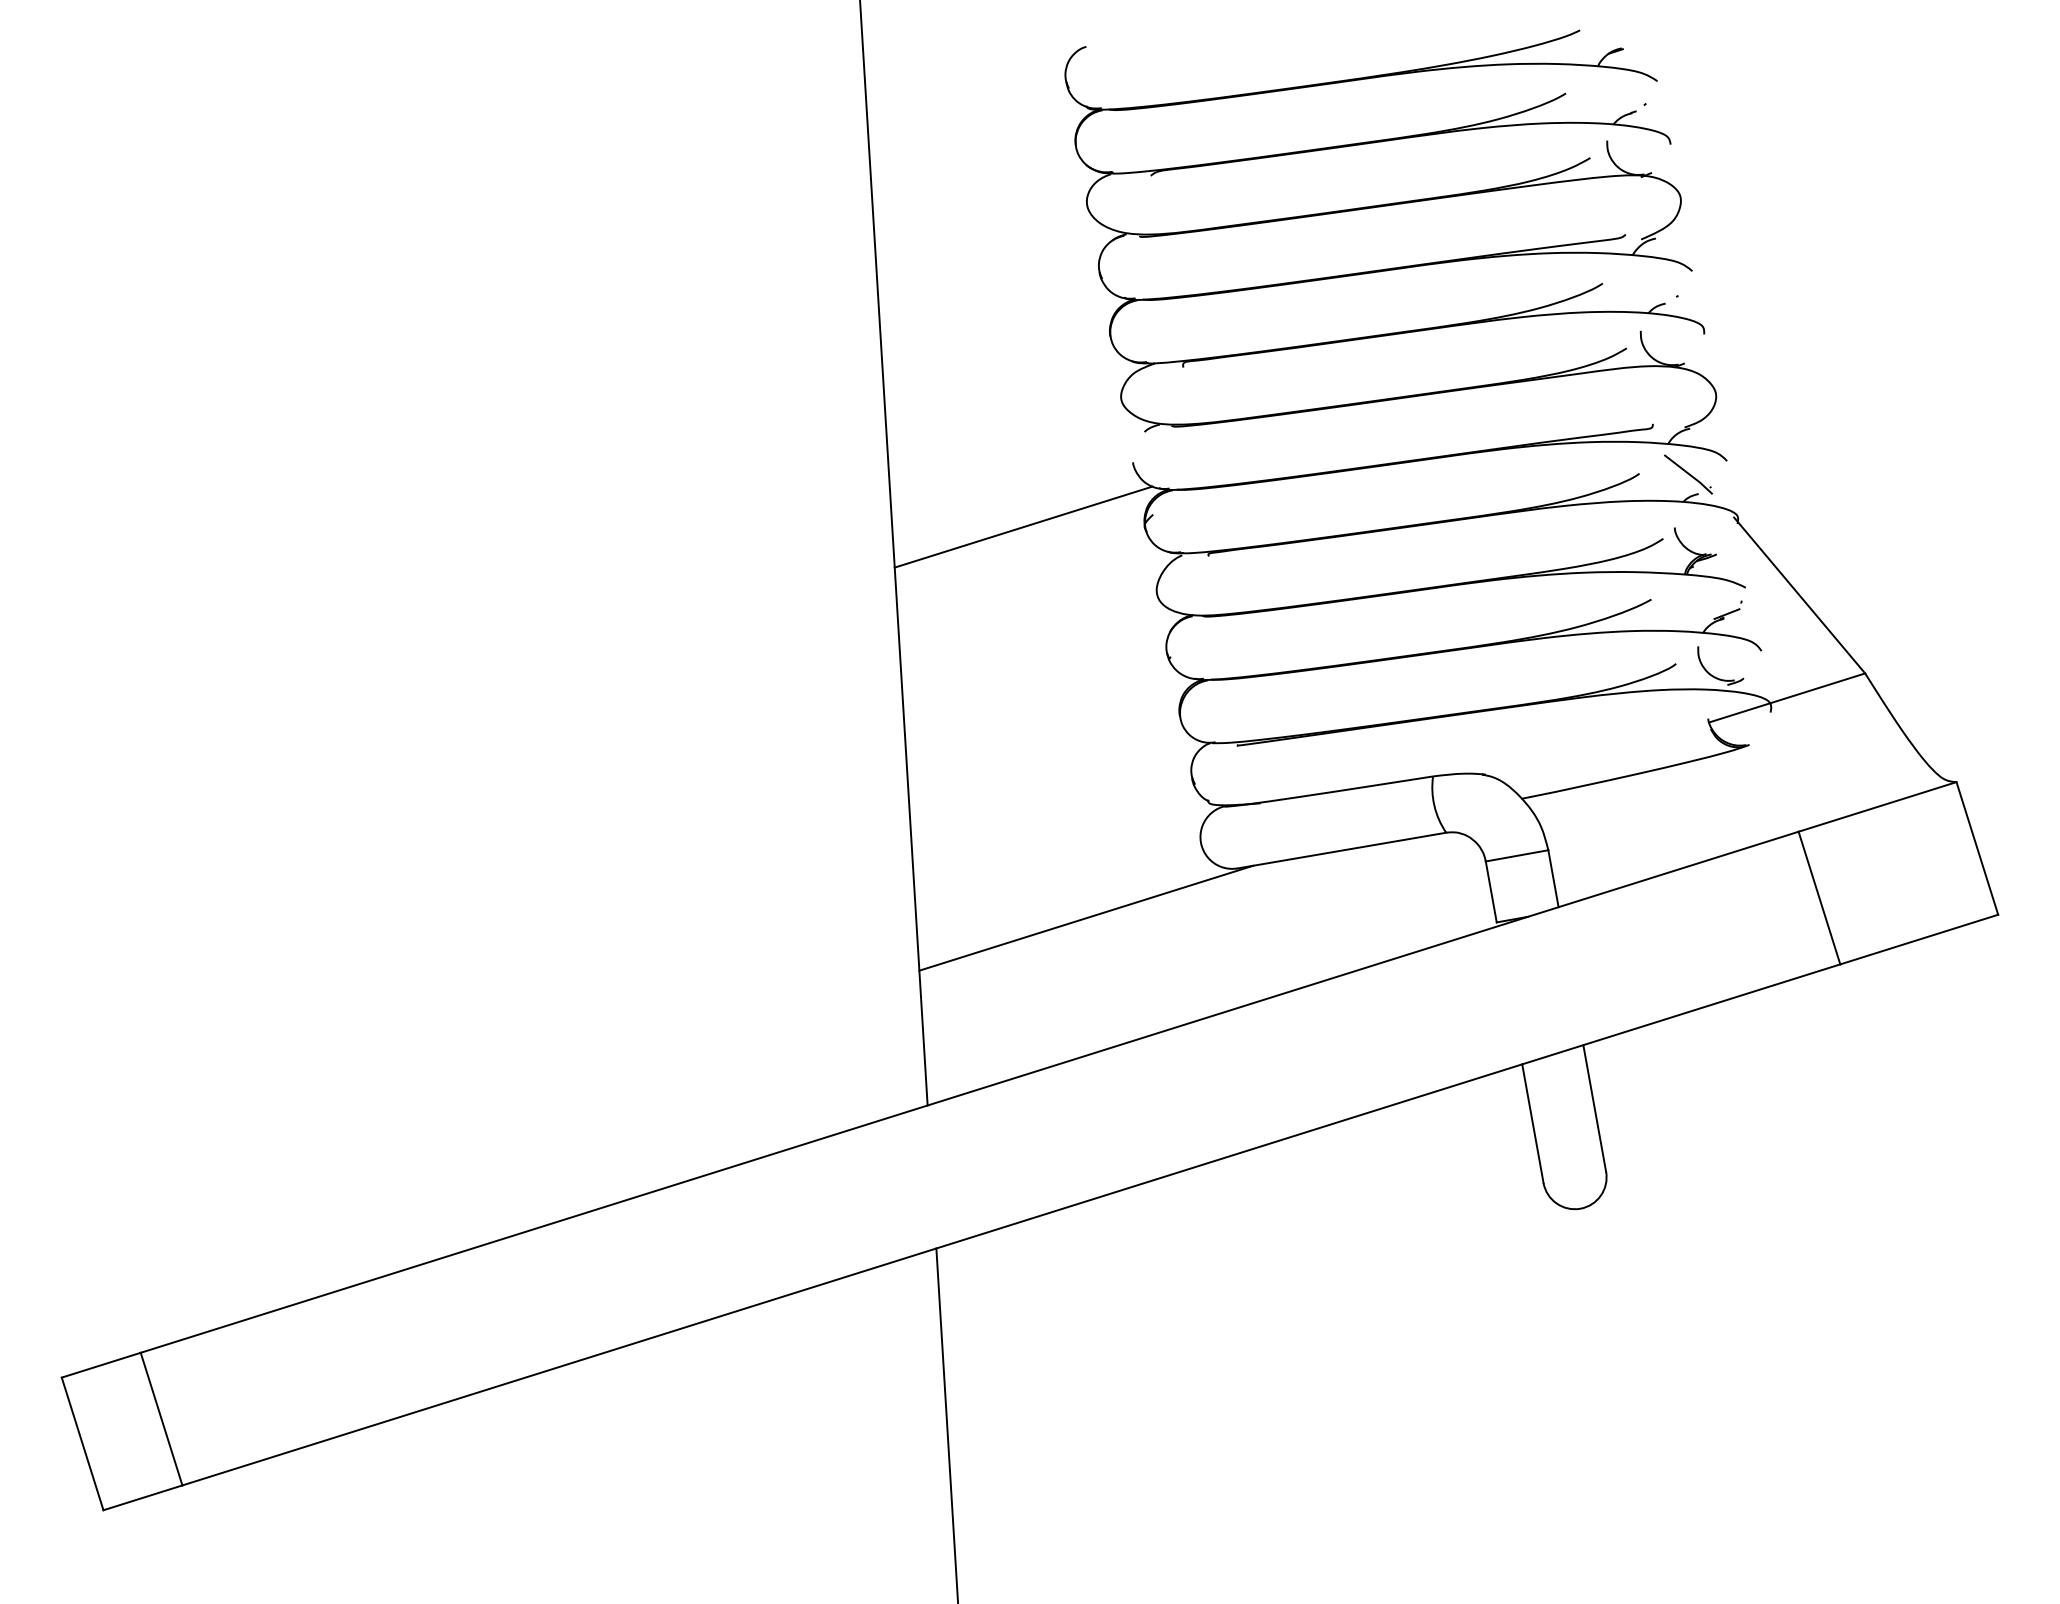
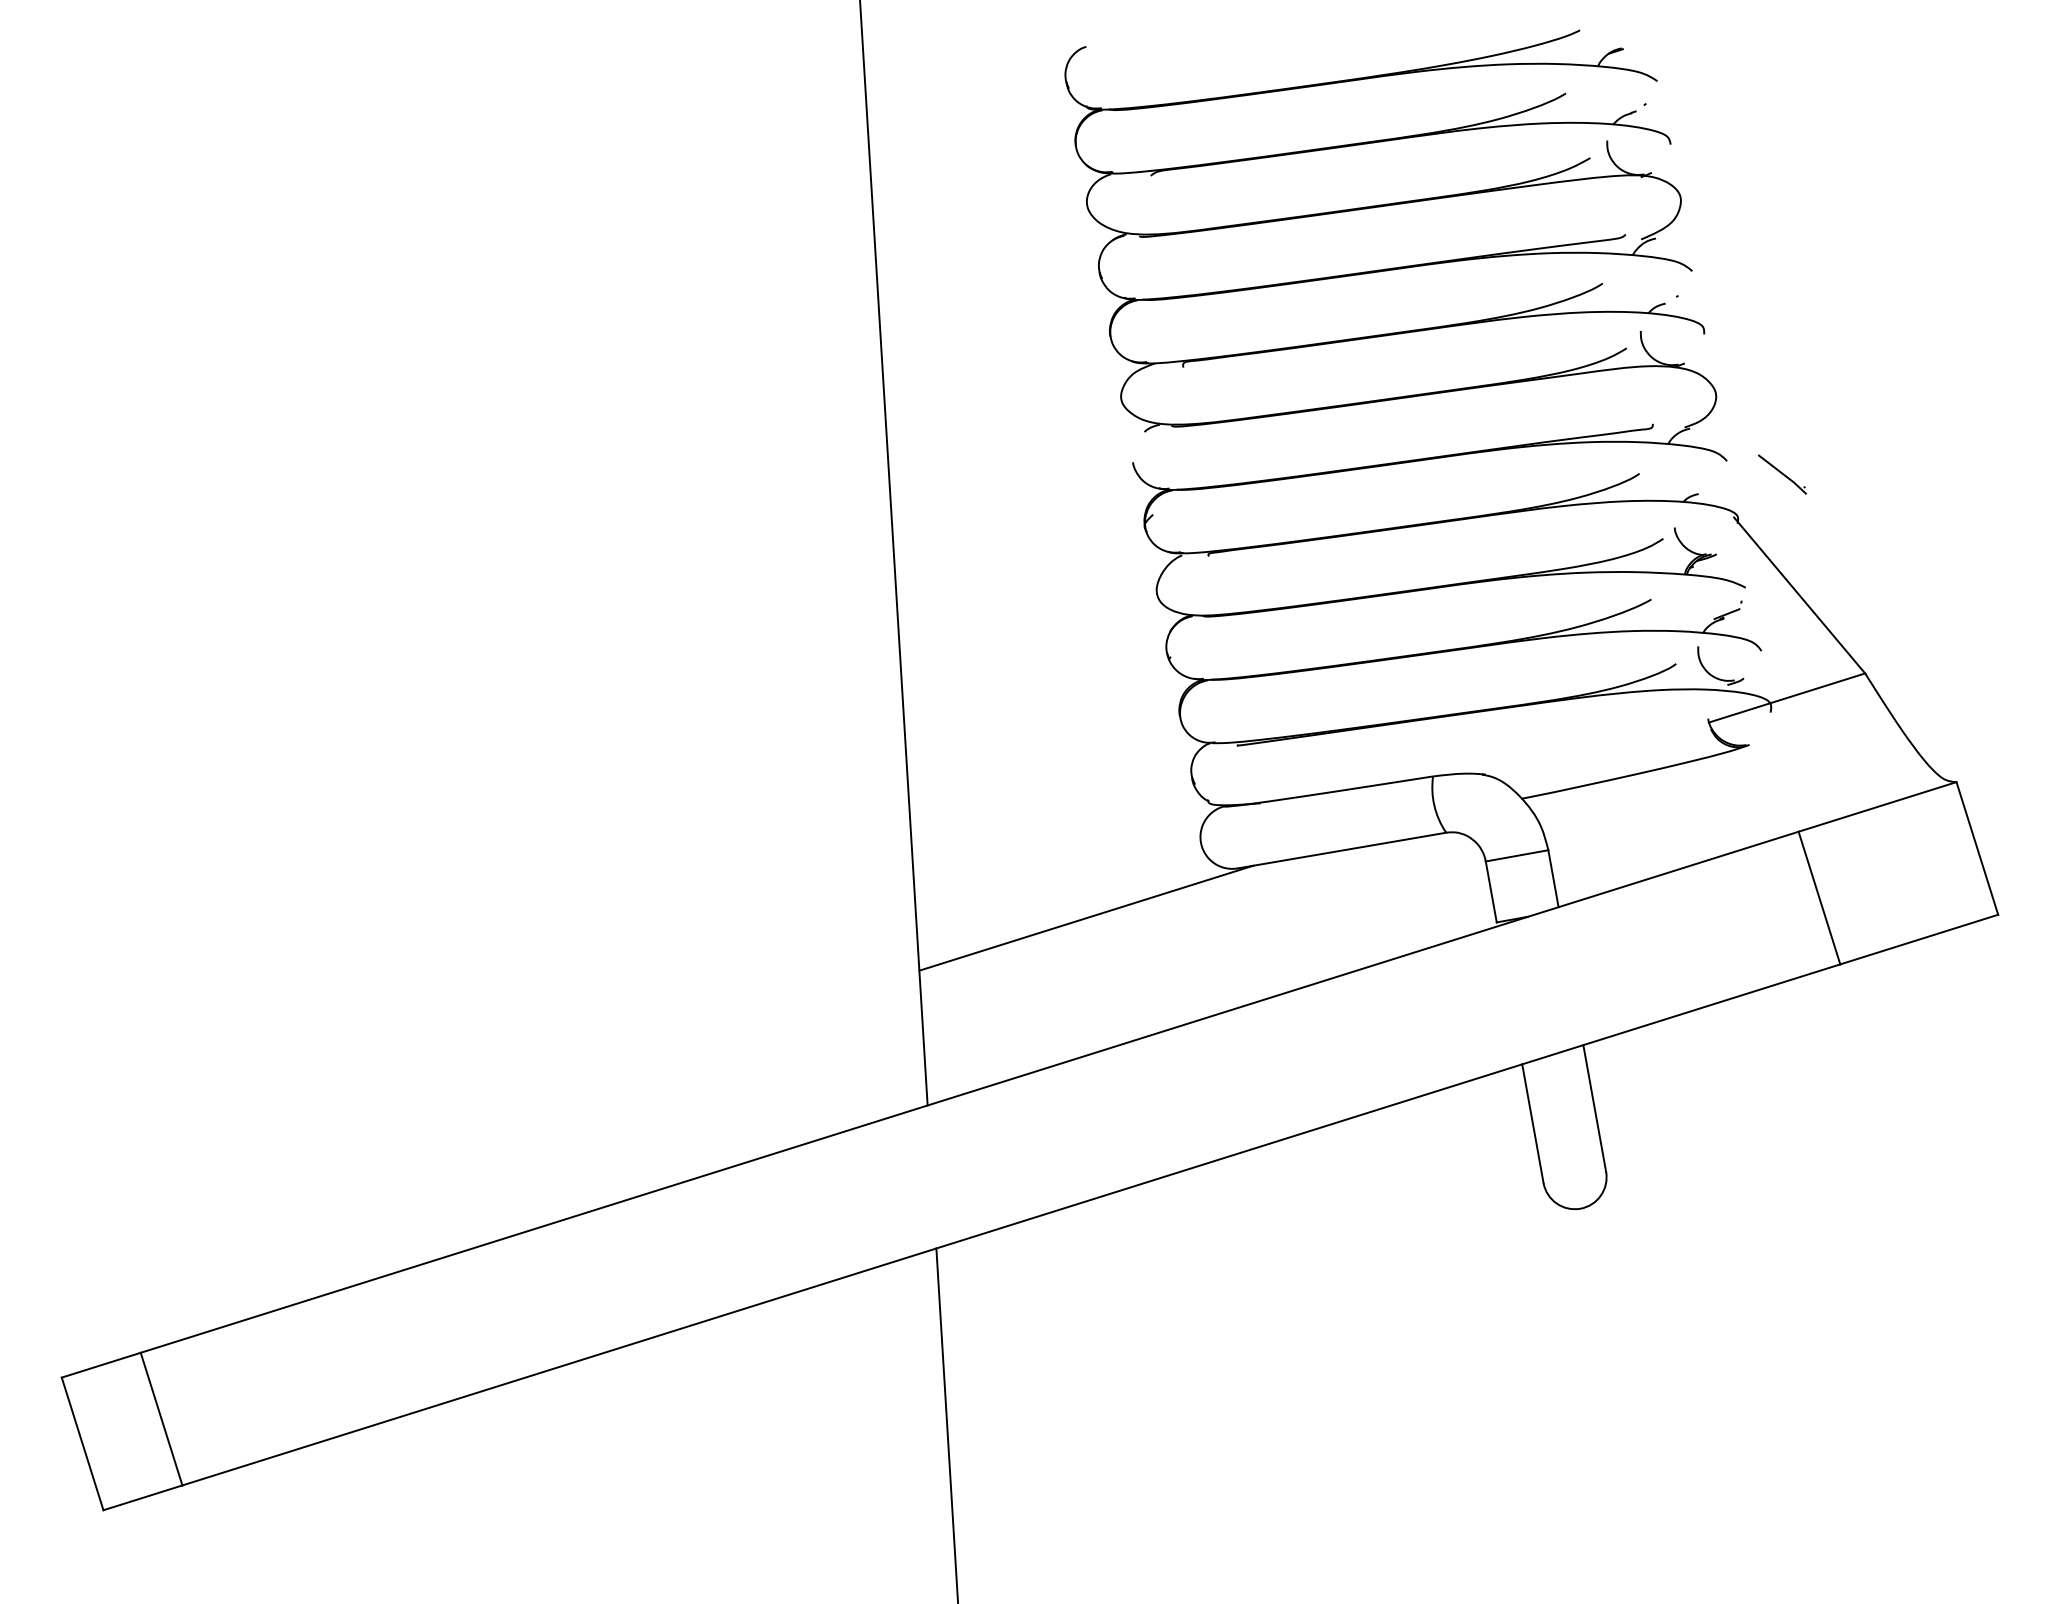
part at (1688, 474) position: (1688, 474) -> (1782, 474)
line at (1023, 526): present -> none
